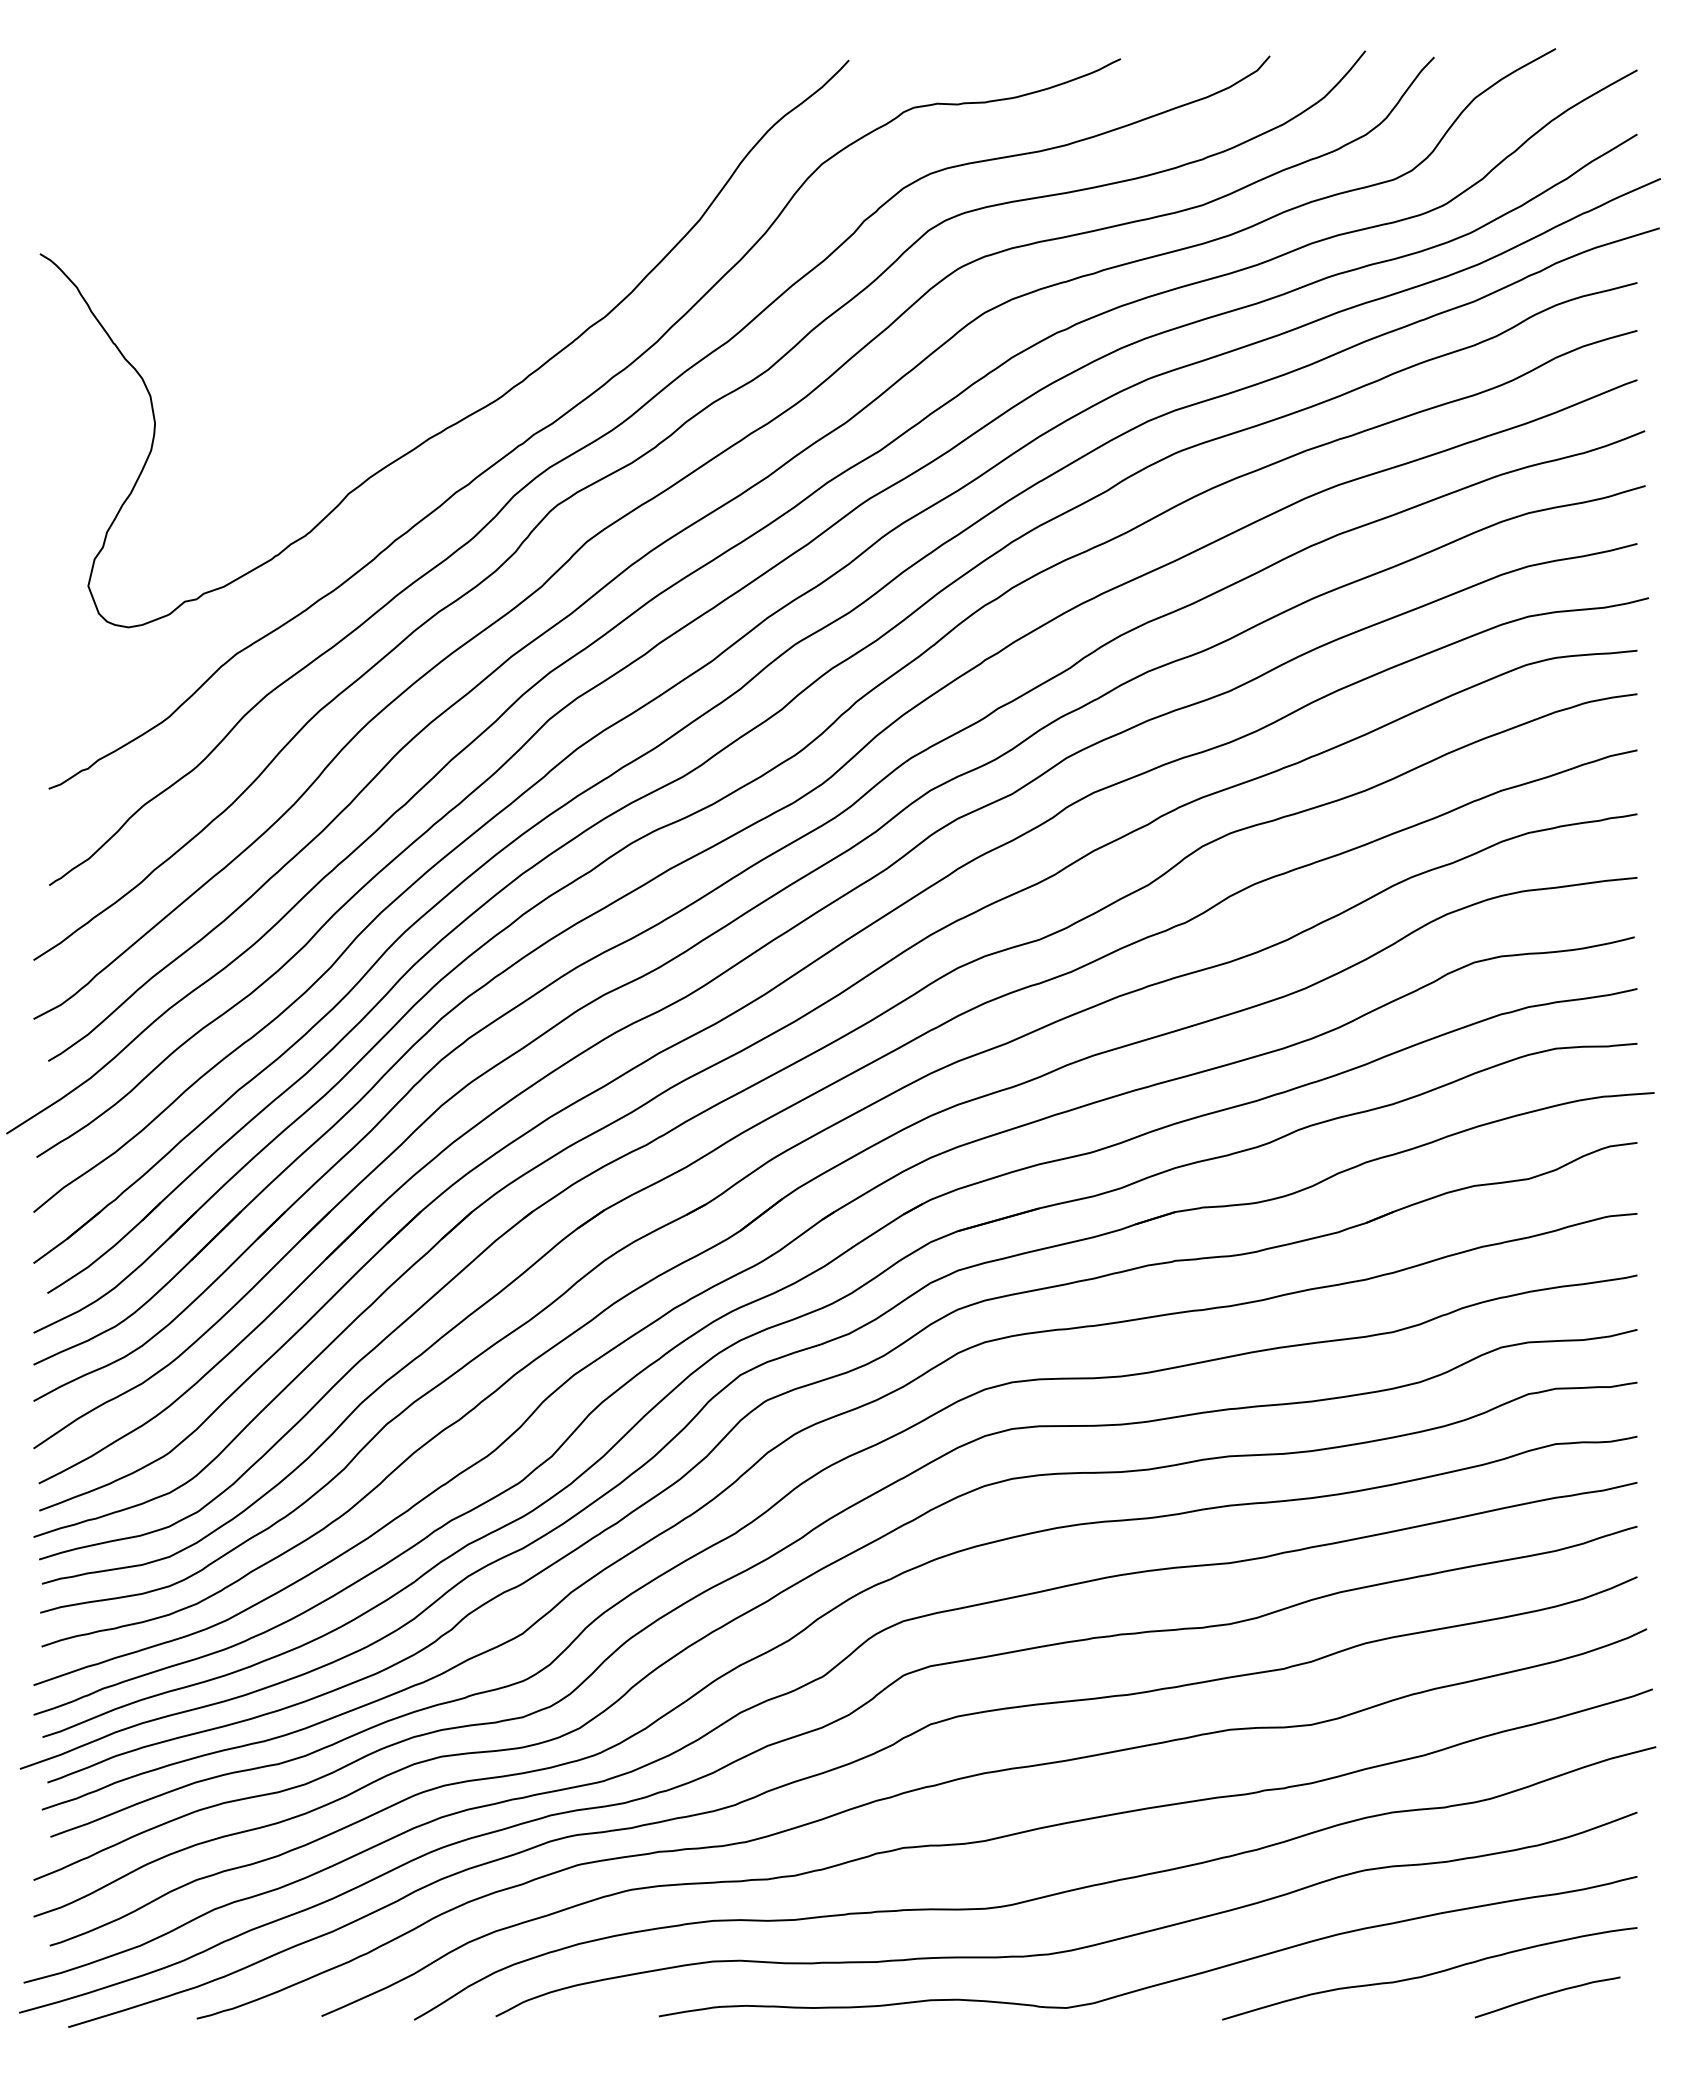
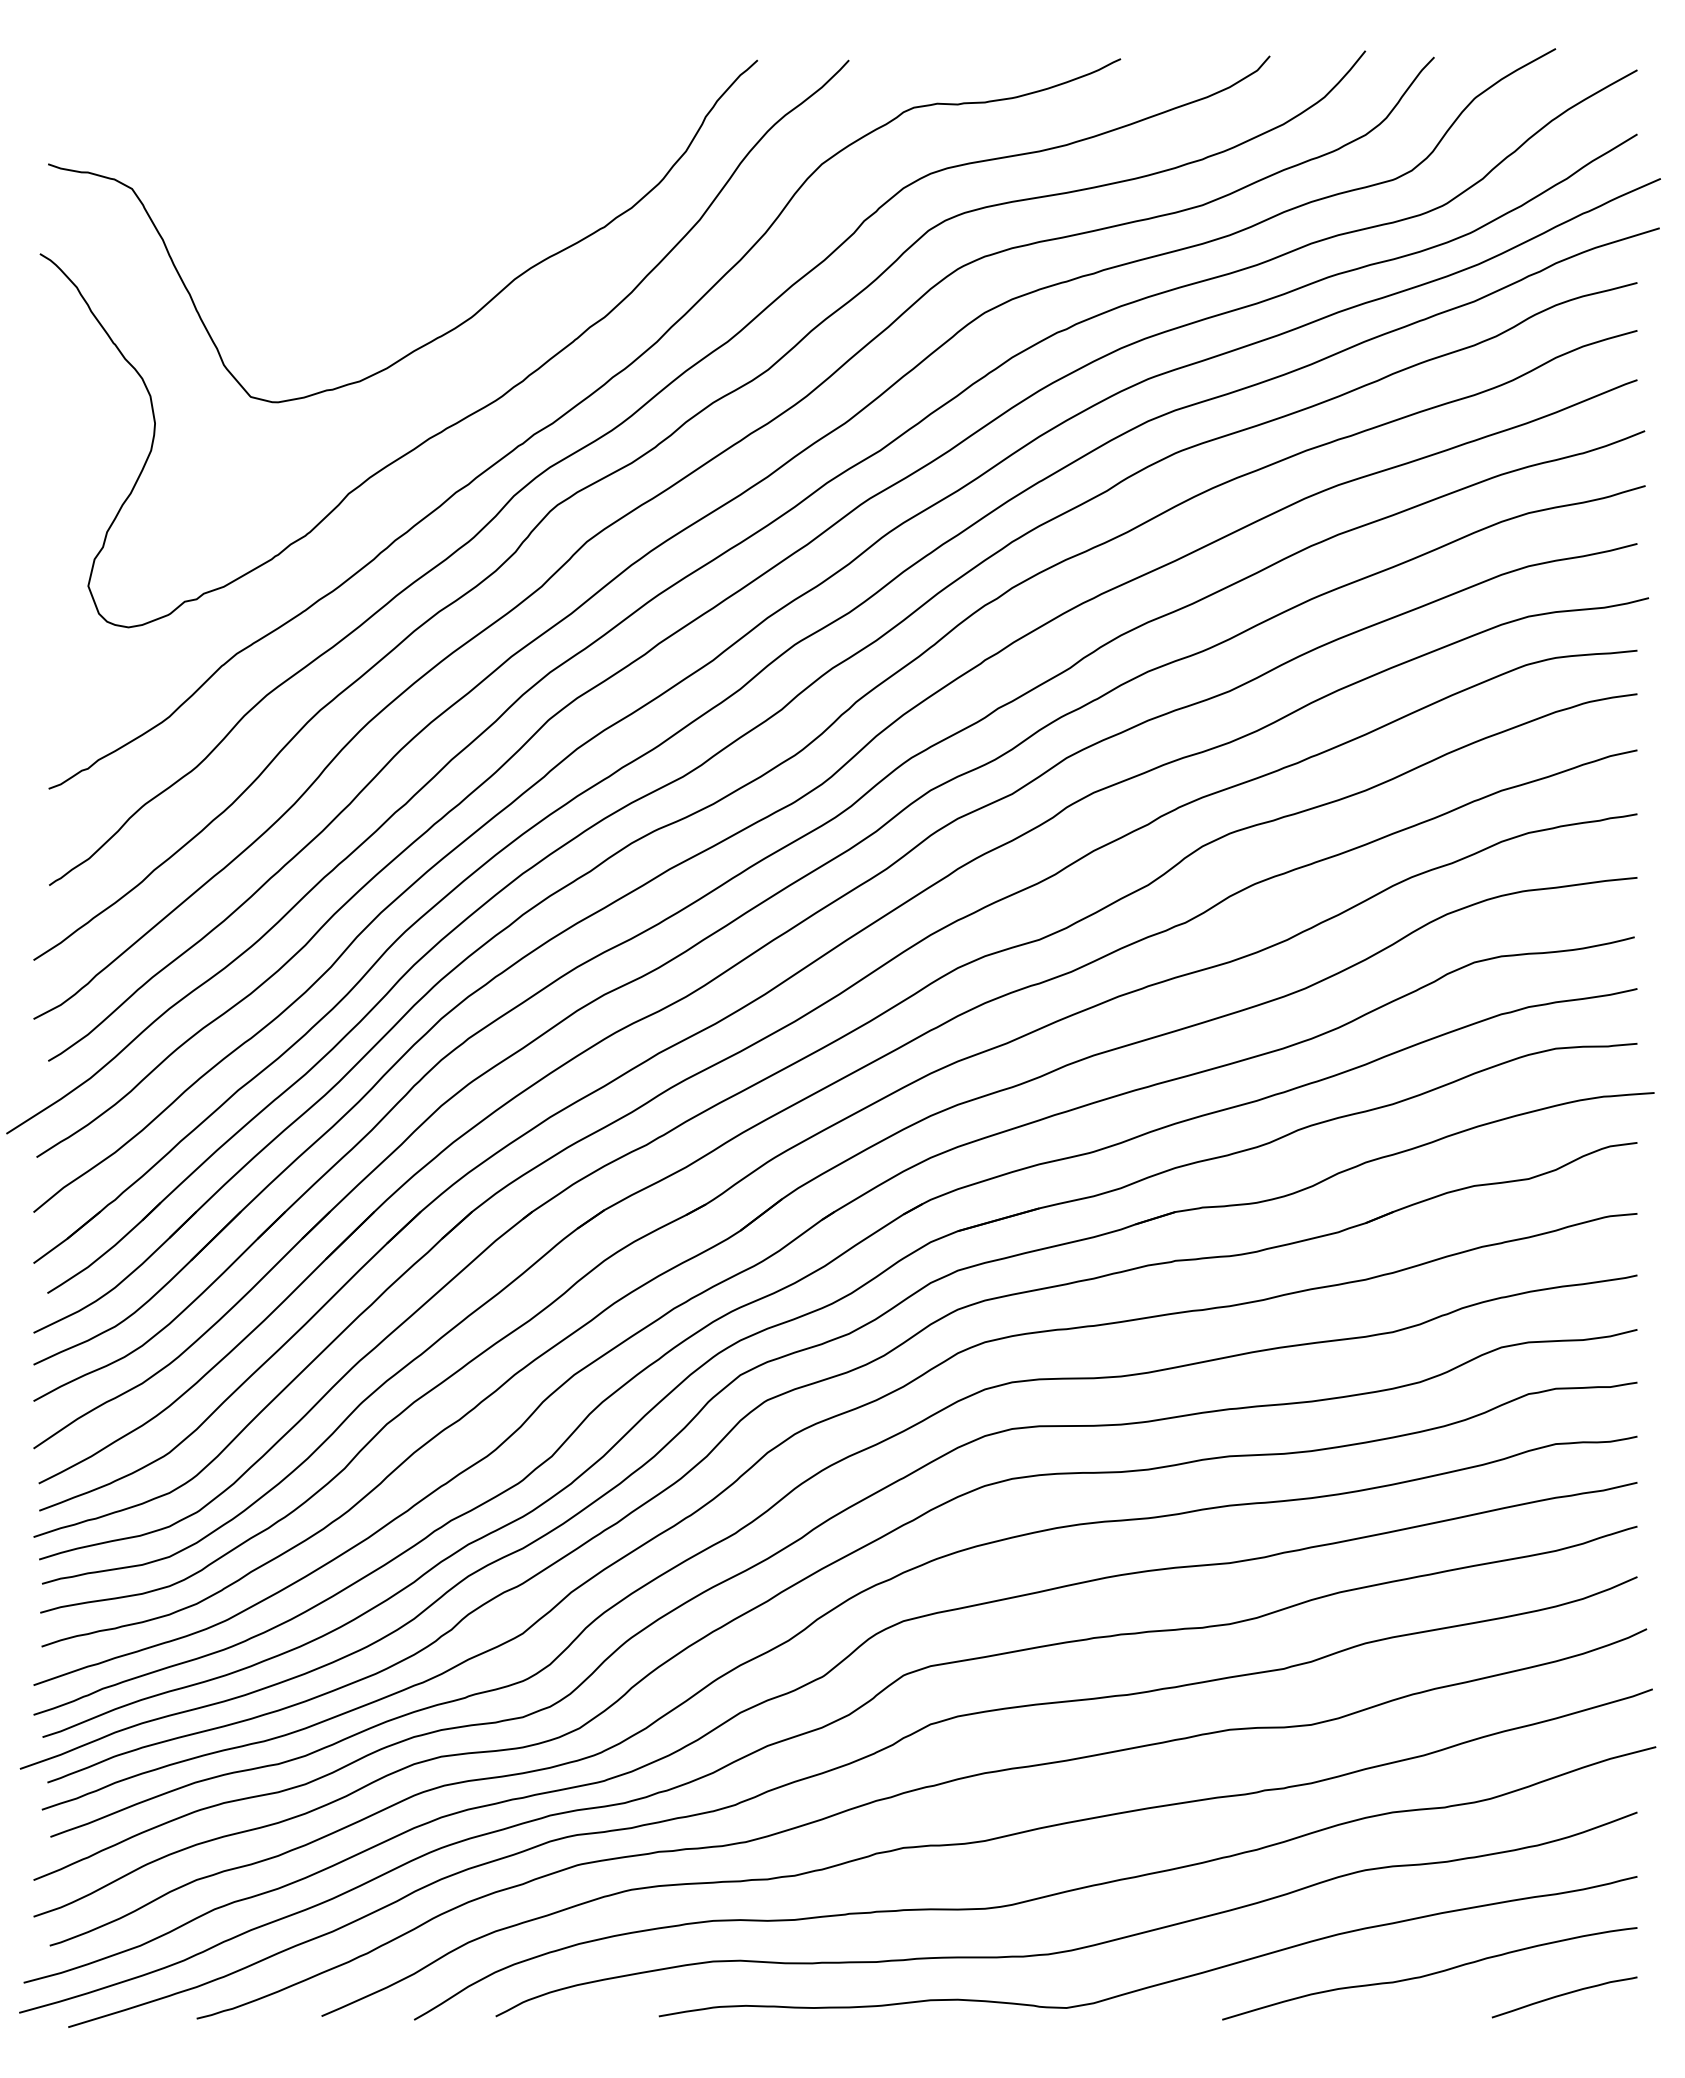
curve at (463, 321): none -> present
curve at (1547, 1995) position: (1547, 1995) -> (1564, 1995)
